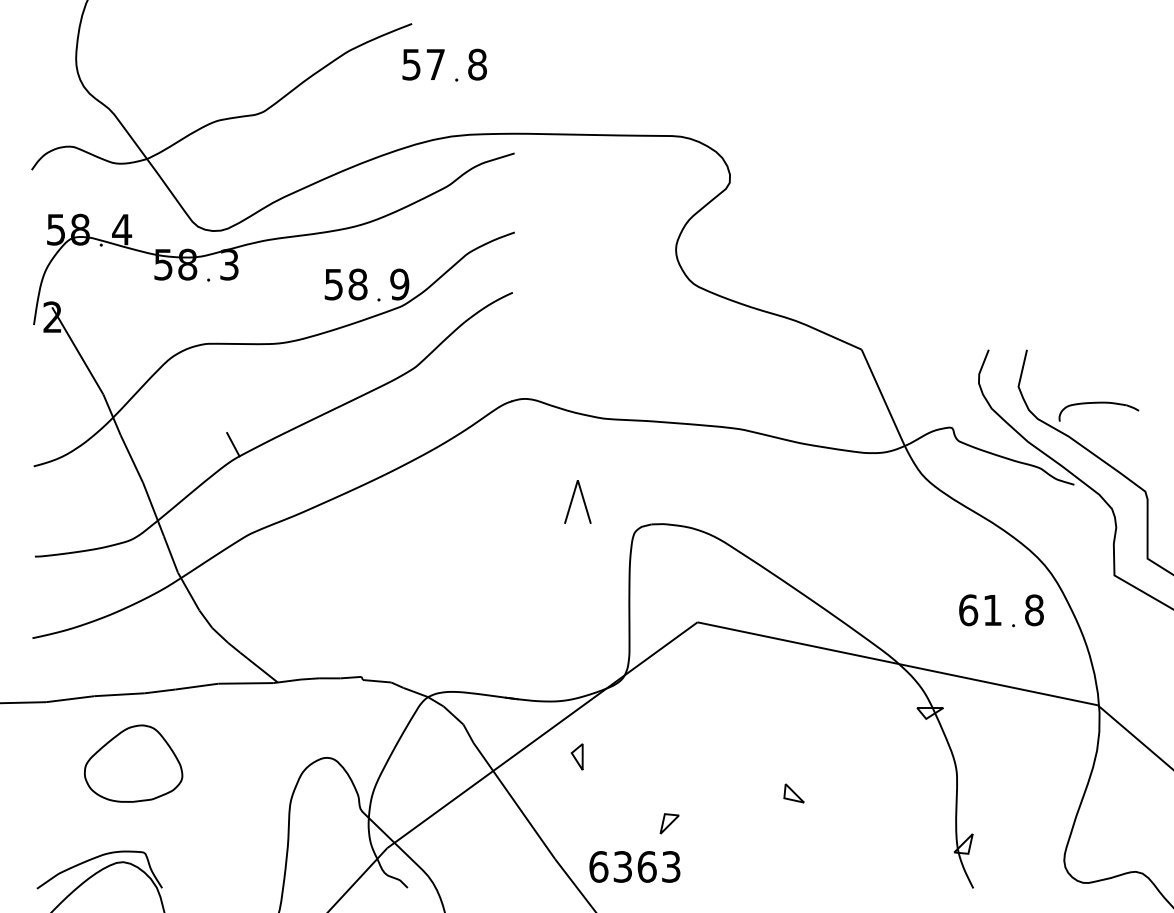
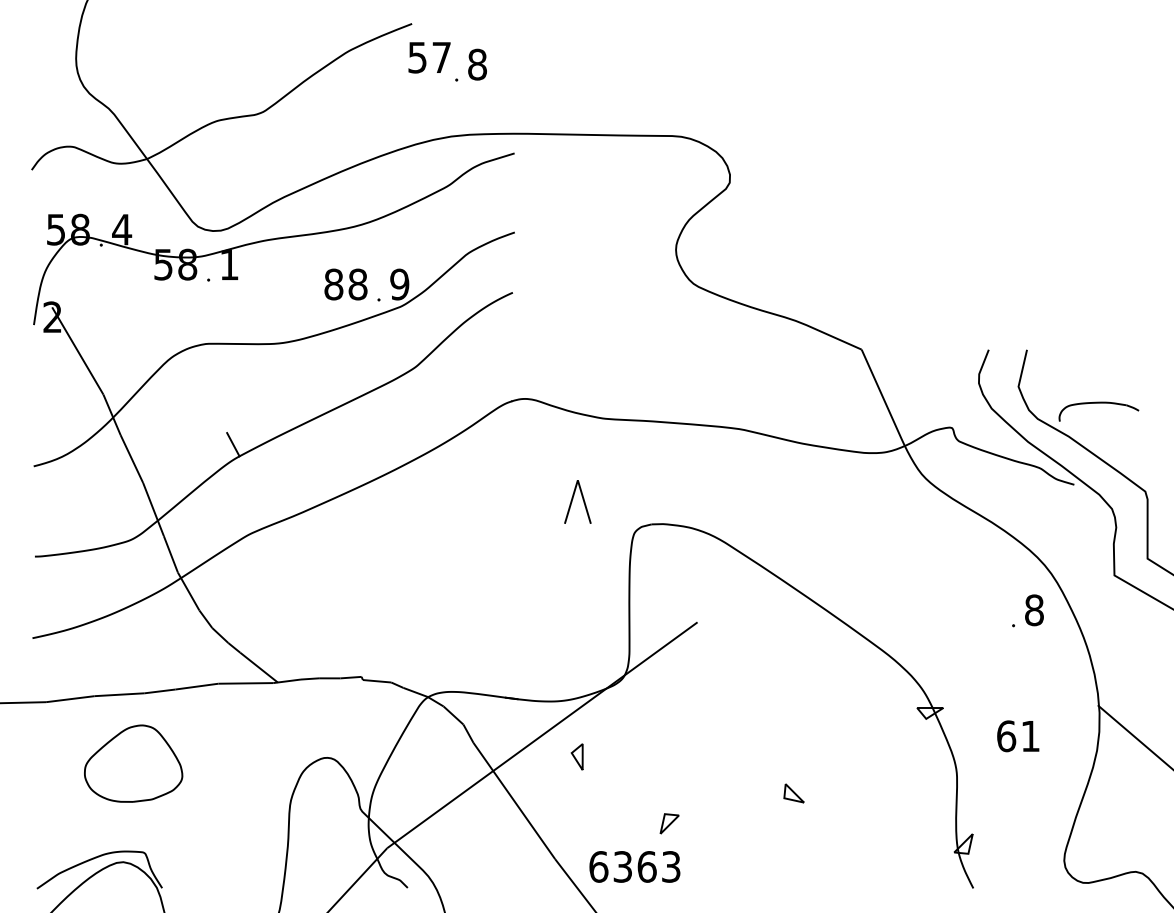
text at (423, 64) position: (423, 64) -> (429, 57)
text at (229, 264): 3 -> 1
text at (333, 284): 58 -> 88
text at (980, 610) position: (980, 610) -> (1018, 736)
line at (897, 663): present -> none
